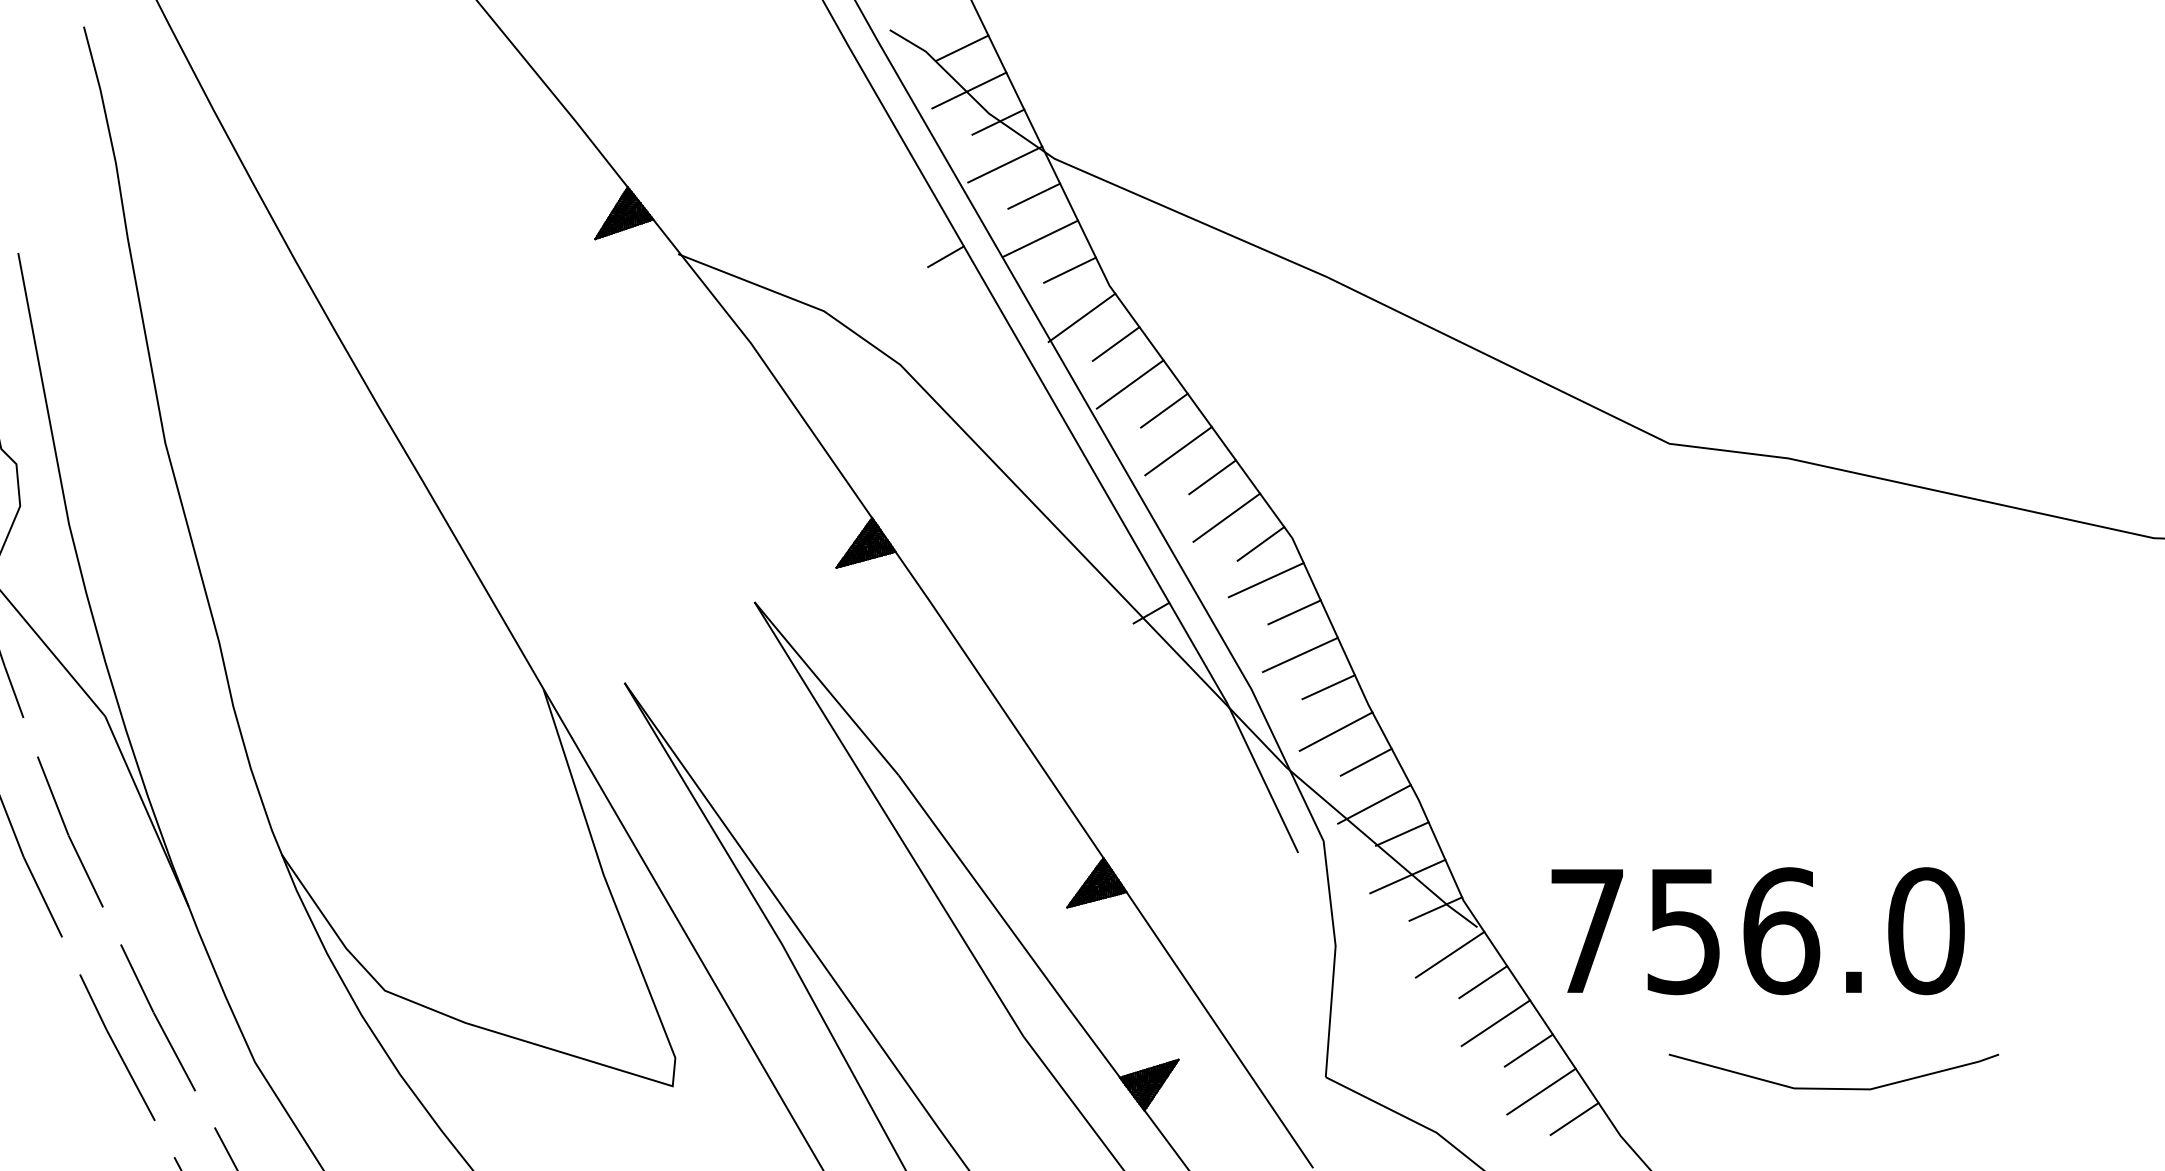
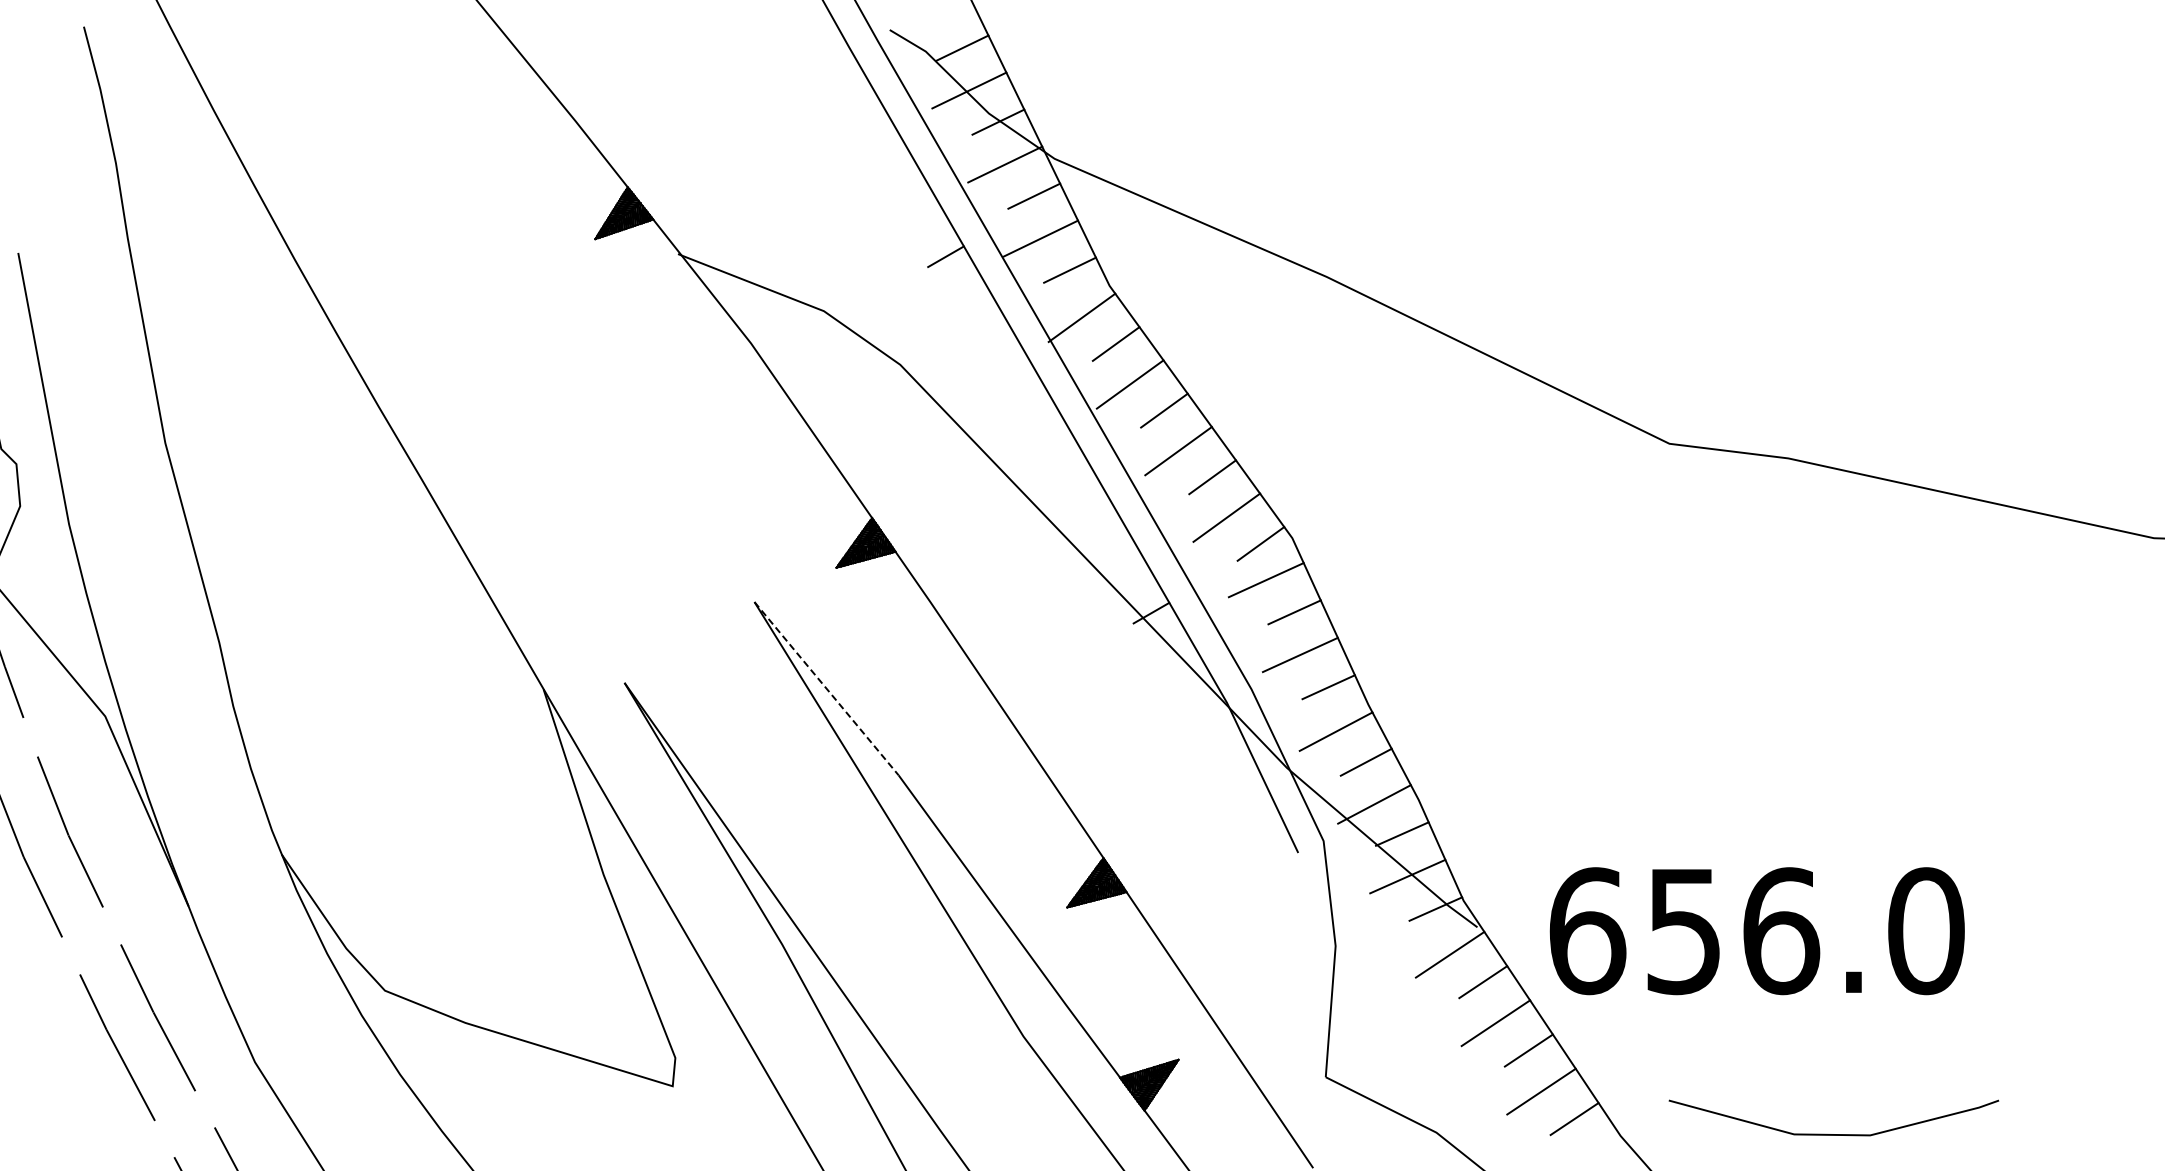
line at (826, 688): solid -> dashed
text at (1587, 931): 756.0 -> 656.0
line at (1833, 1088) position: (1833, 1088) -> (1833, 1134)
